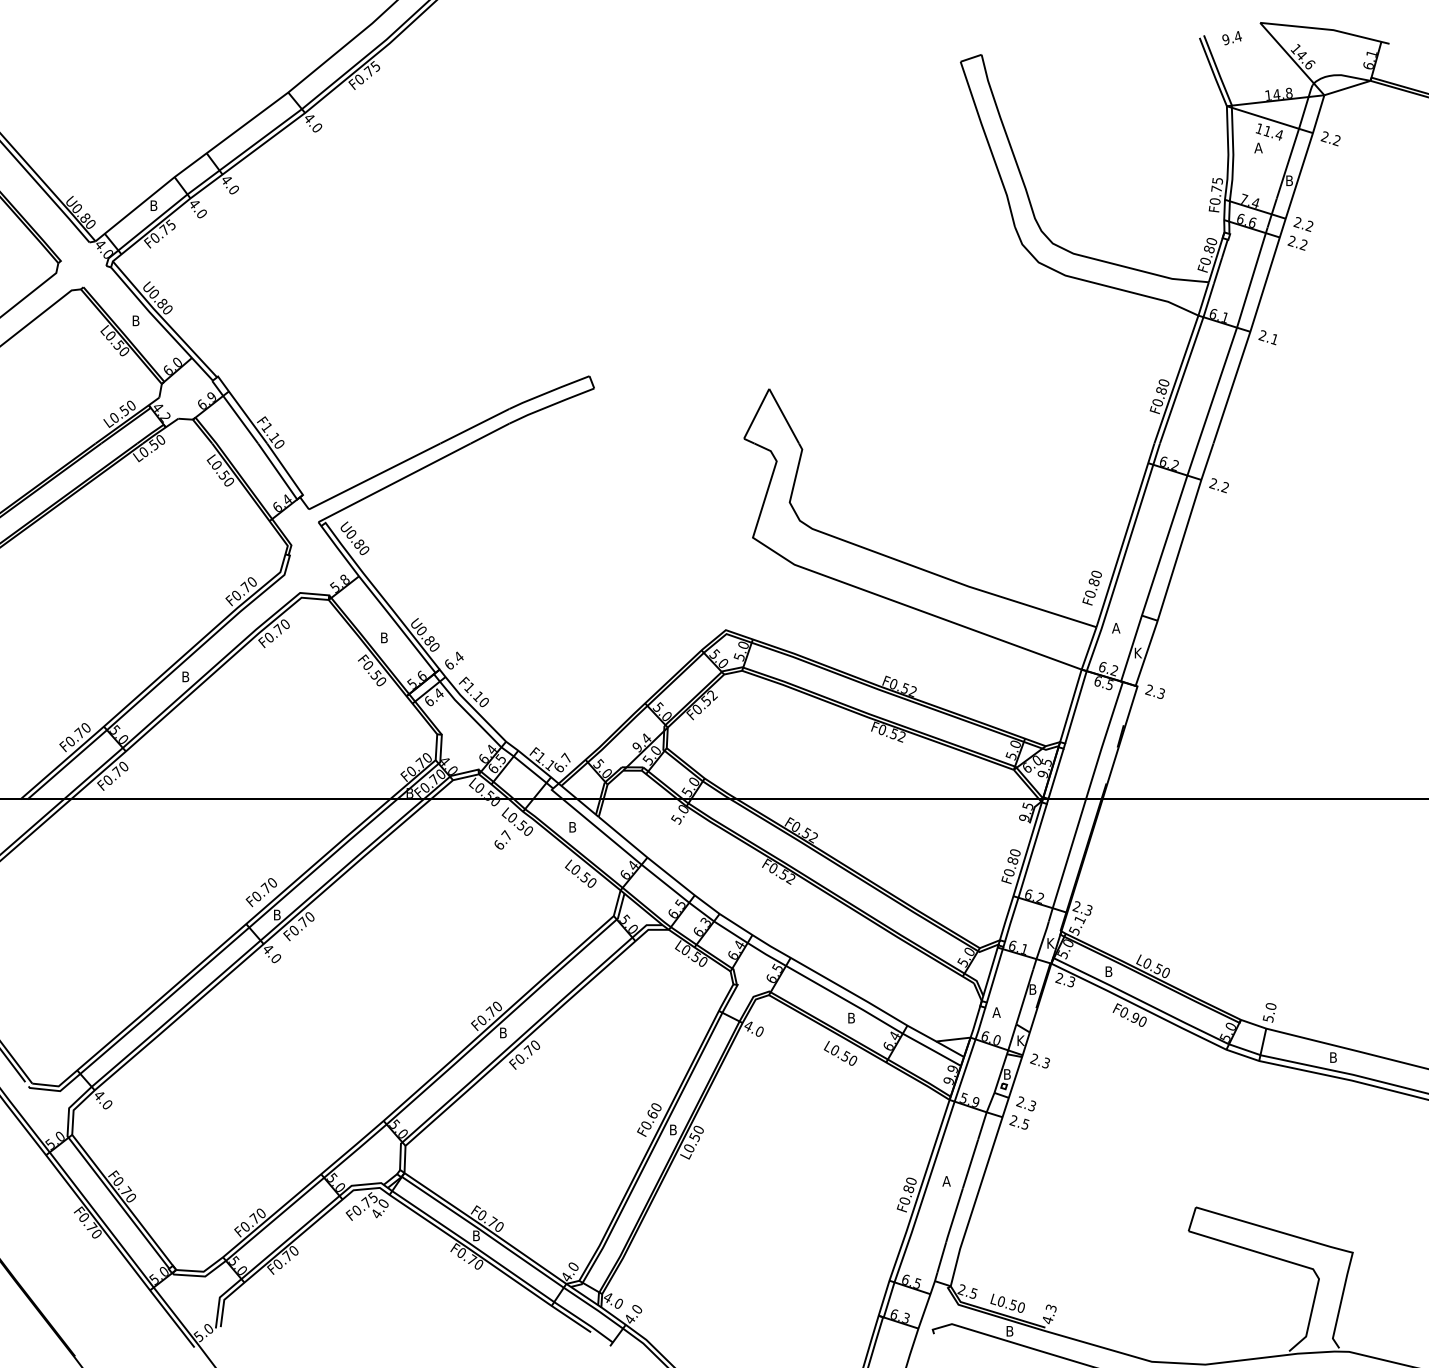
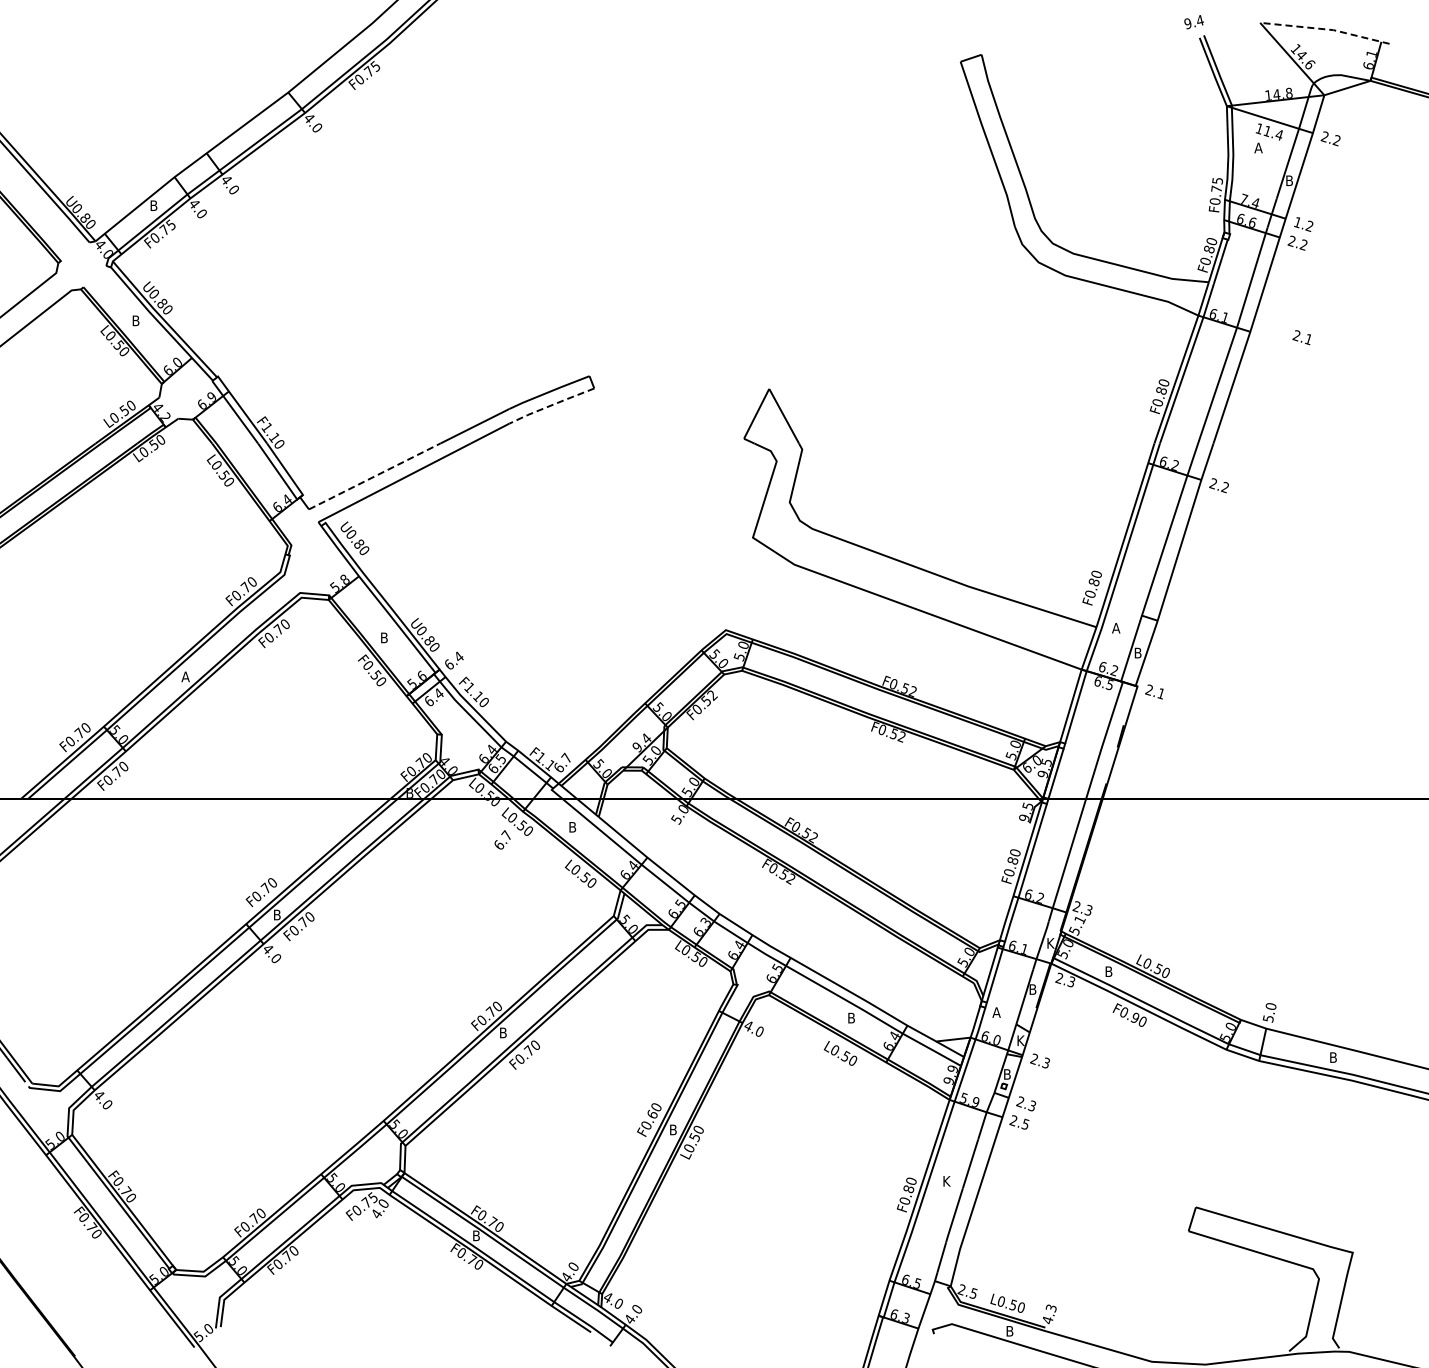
line at (1326, 29): solid -> dashed
text at (1231, 38) position: (1231, 38) -> (1193, 22)
text at (1297, 221): 2.2 -> 1.2
text at (1267, 337) position: (1267, 337) -> (1301, 337)
line at (550, 405): solid -> dashed
line at (375, 476): solid -> dashed
text at (1138, 652): K -> B
text at (185, 676): B -> A
text at (1160, 693): 2.3 -> 2.1
text at (946, 1181): A -> K
